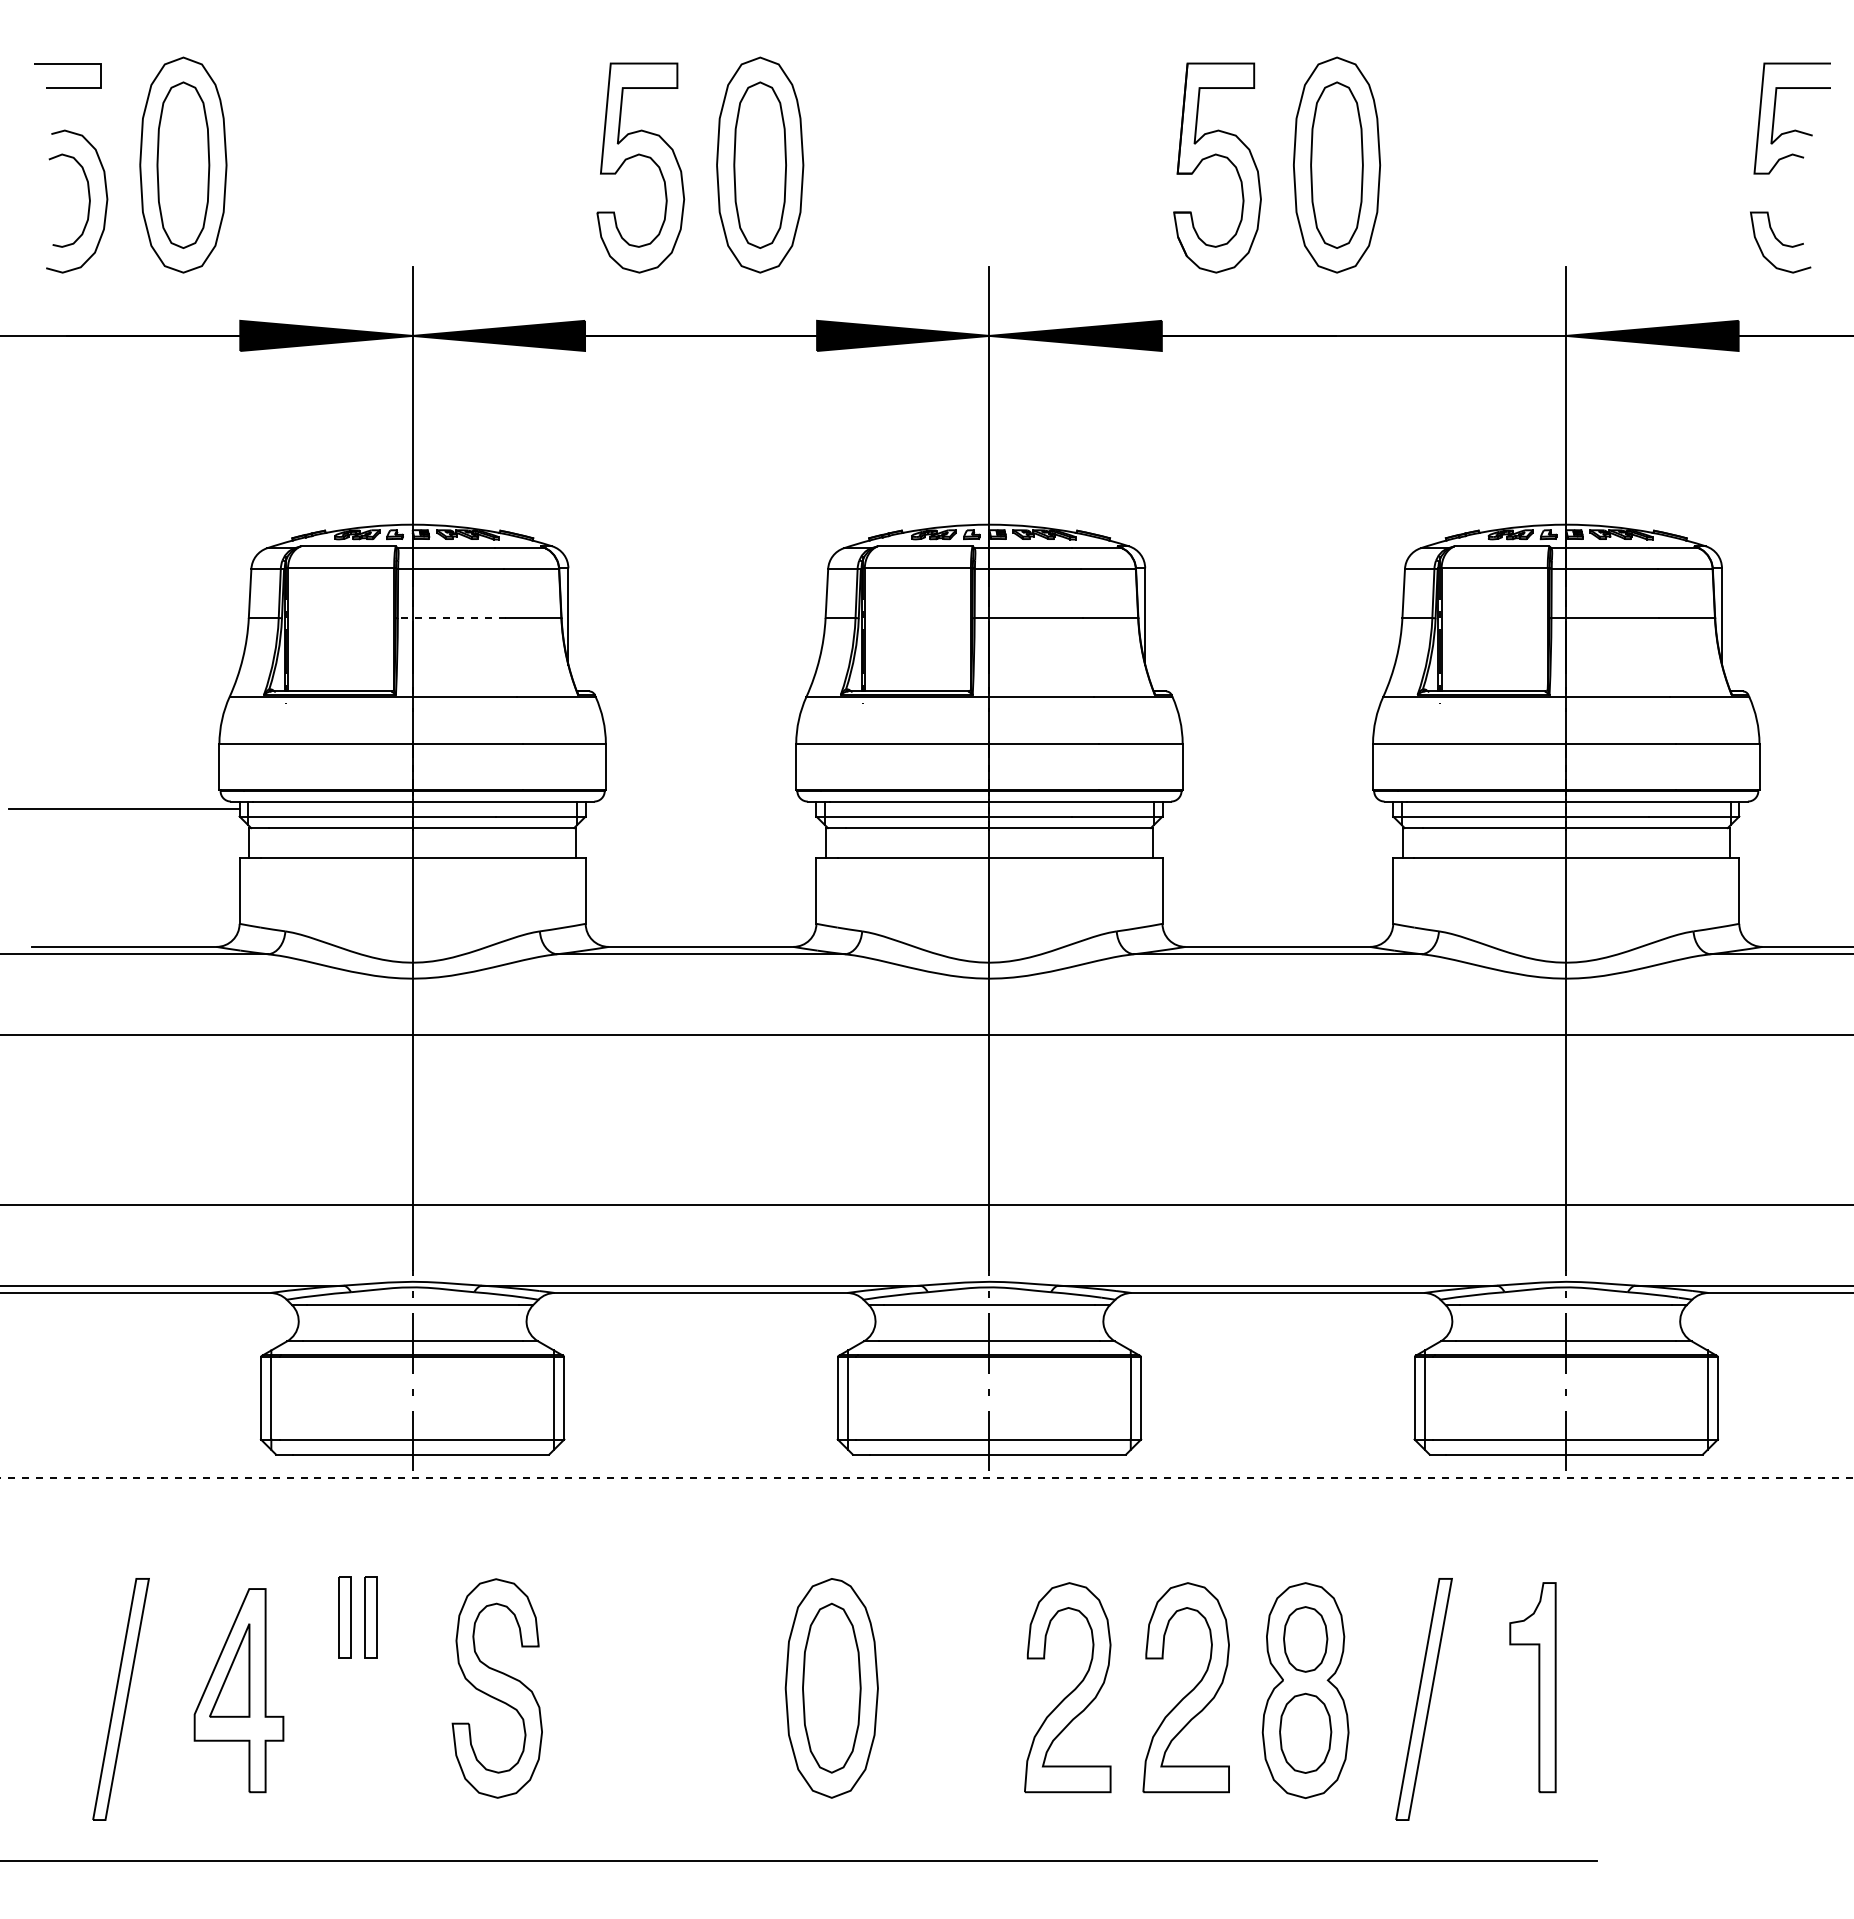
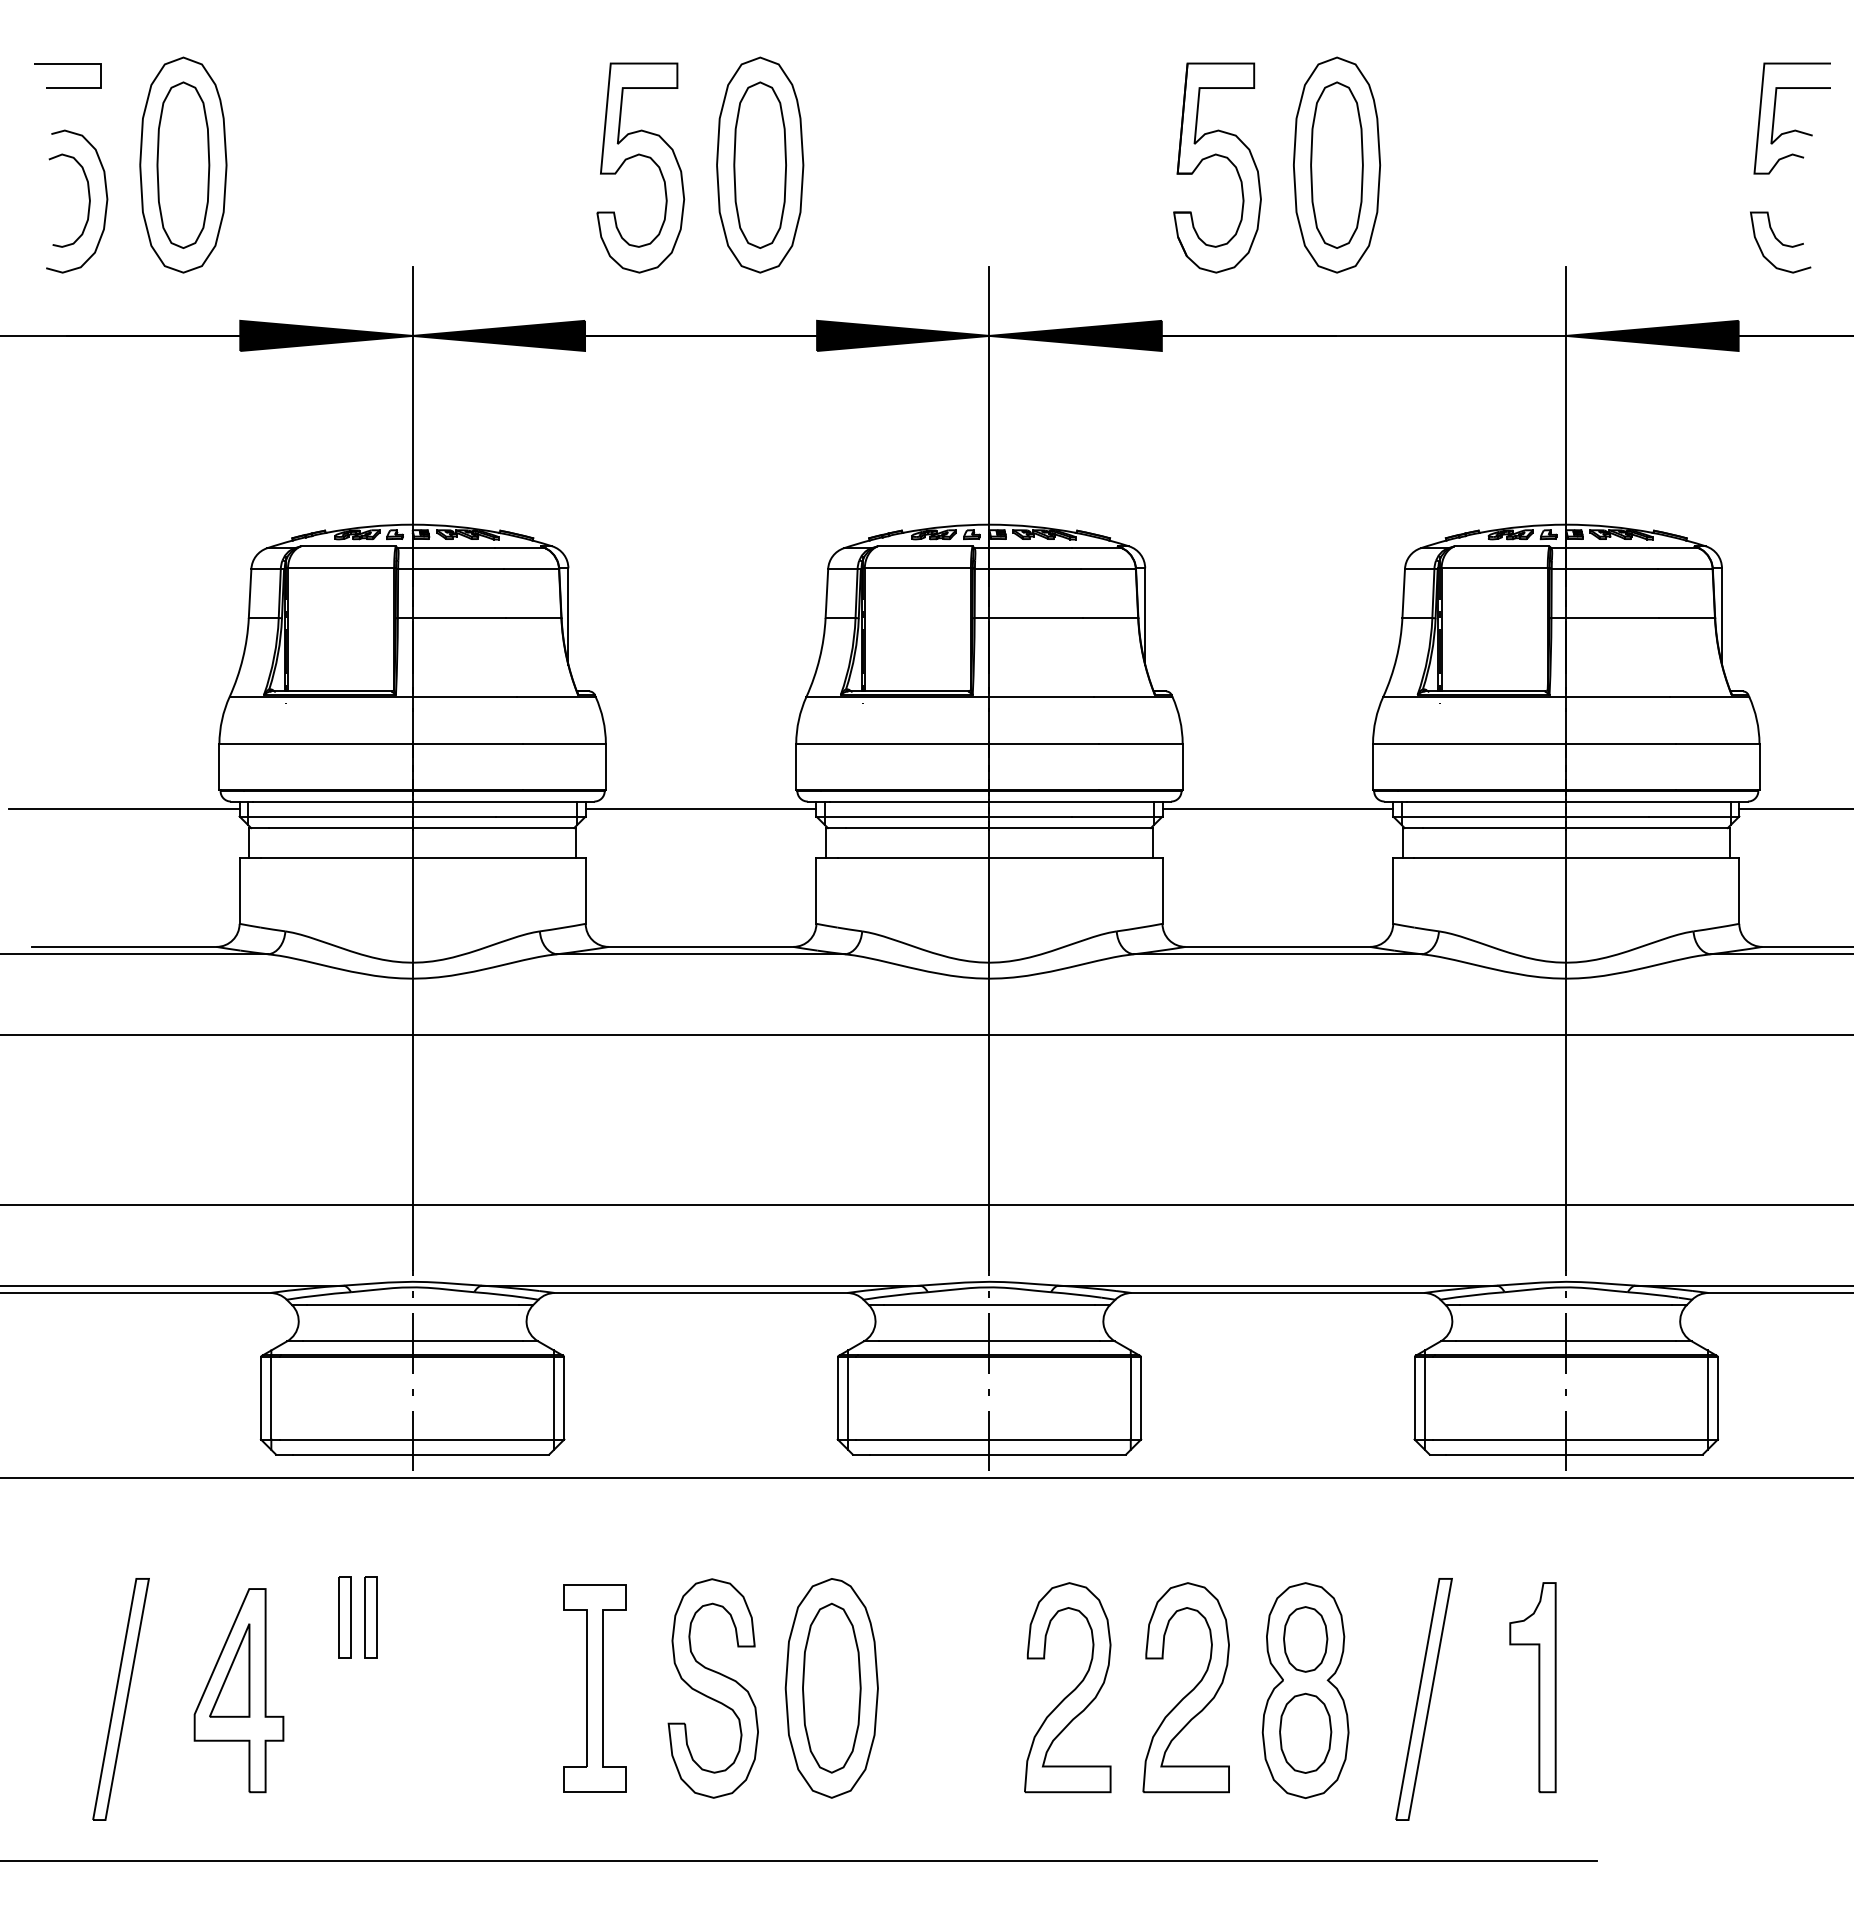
line at (451, 618): dashed -> solid
line at (700, 809): none -> present
line at (1277, 809): none -> present
line at (1794, 809): none -> present
line at (927, 1478): dashed -> solid
part at (496, 1688) position: (496, 1688) -> (712, 1688)
part at (594, 1688): none -> present
